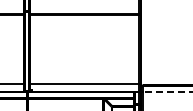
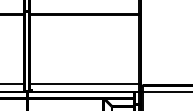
line at (168, 92): dashed -> solid
